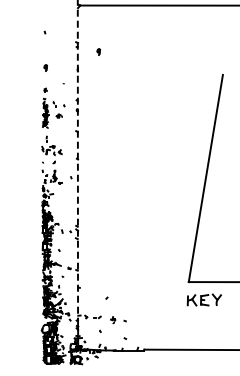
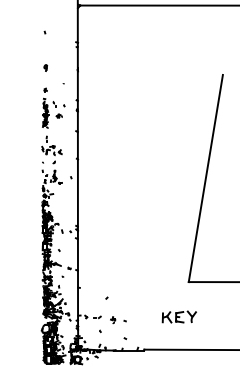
part at (98, 51): present -> none
line at (77, 160): dashed -> solid
part at (203, 299) position: (203, 299) -> (178, 316)
